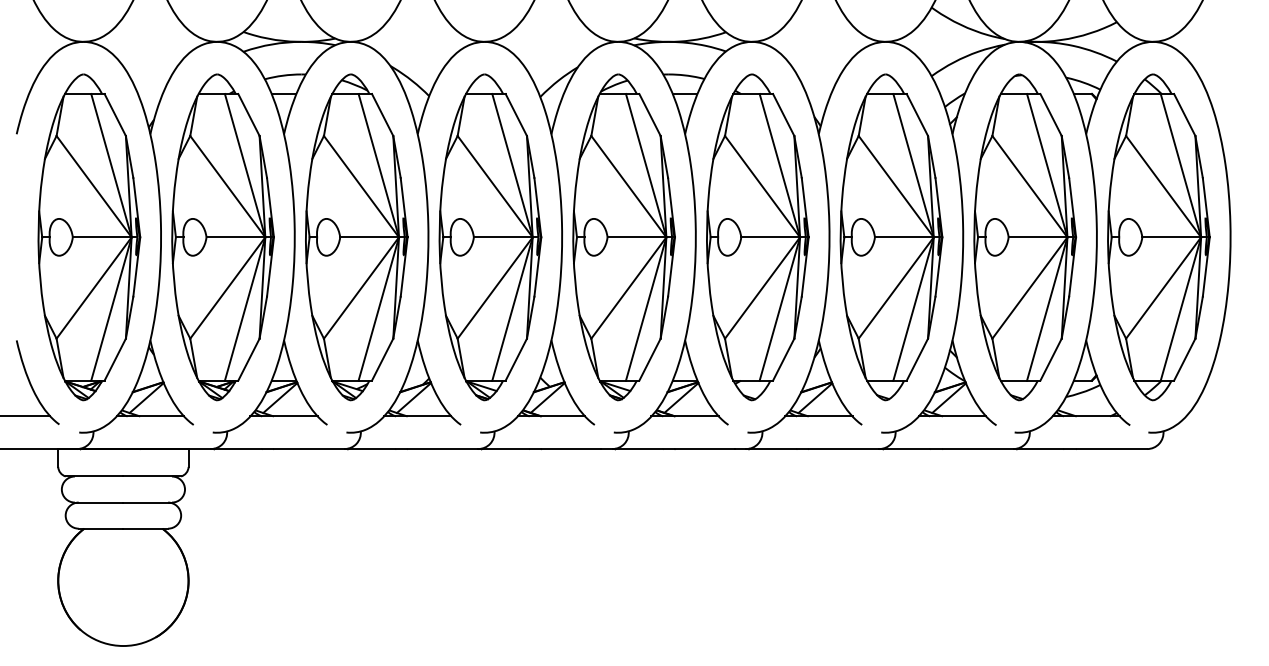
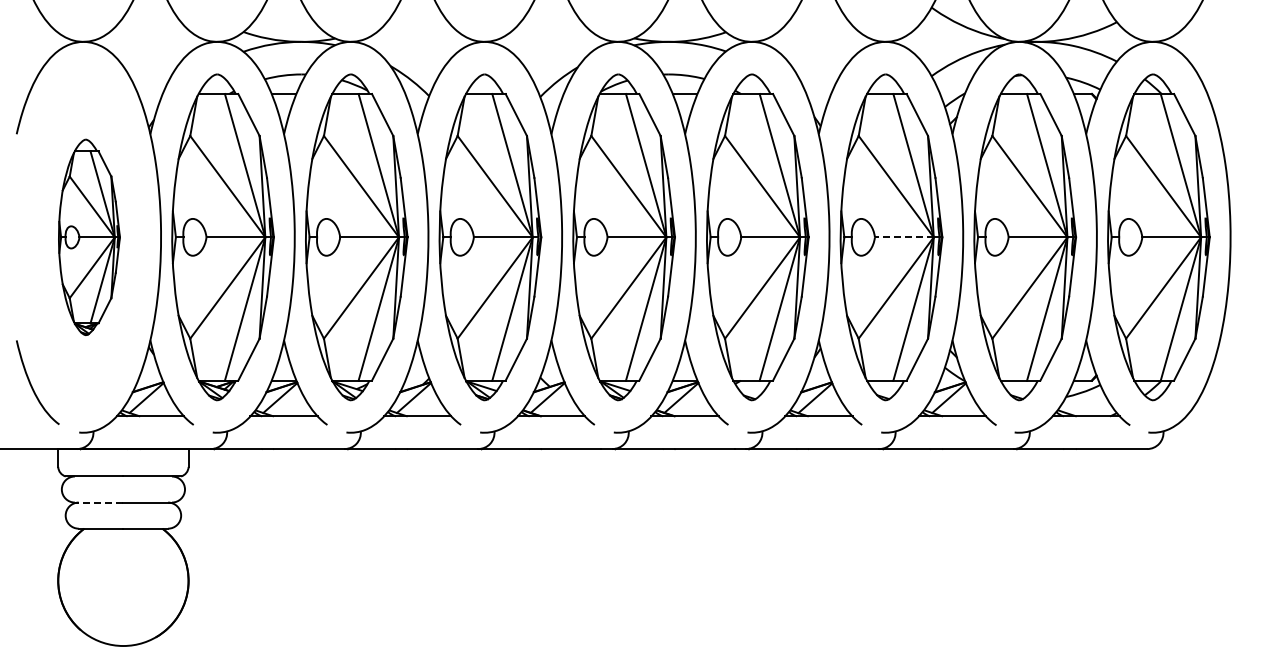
part at (89, 237) size: 105x329 px -> 63x198 px
line at (903, 237): solid -> dashed
line at (26, 416): present -> none
line at (98, 502): solid -> dashed
